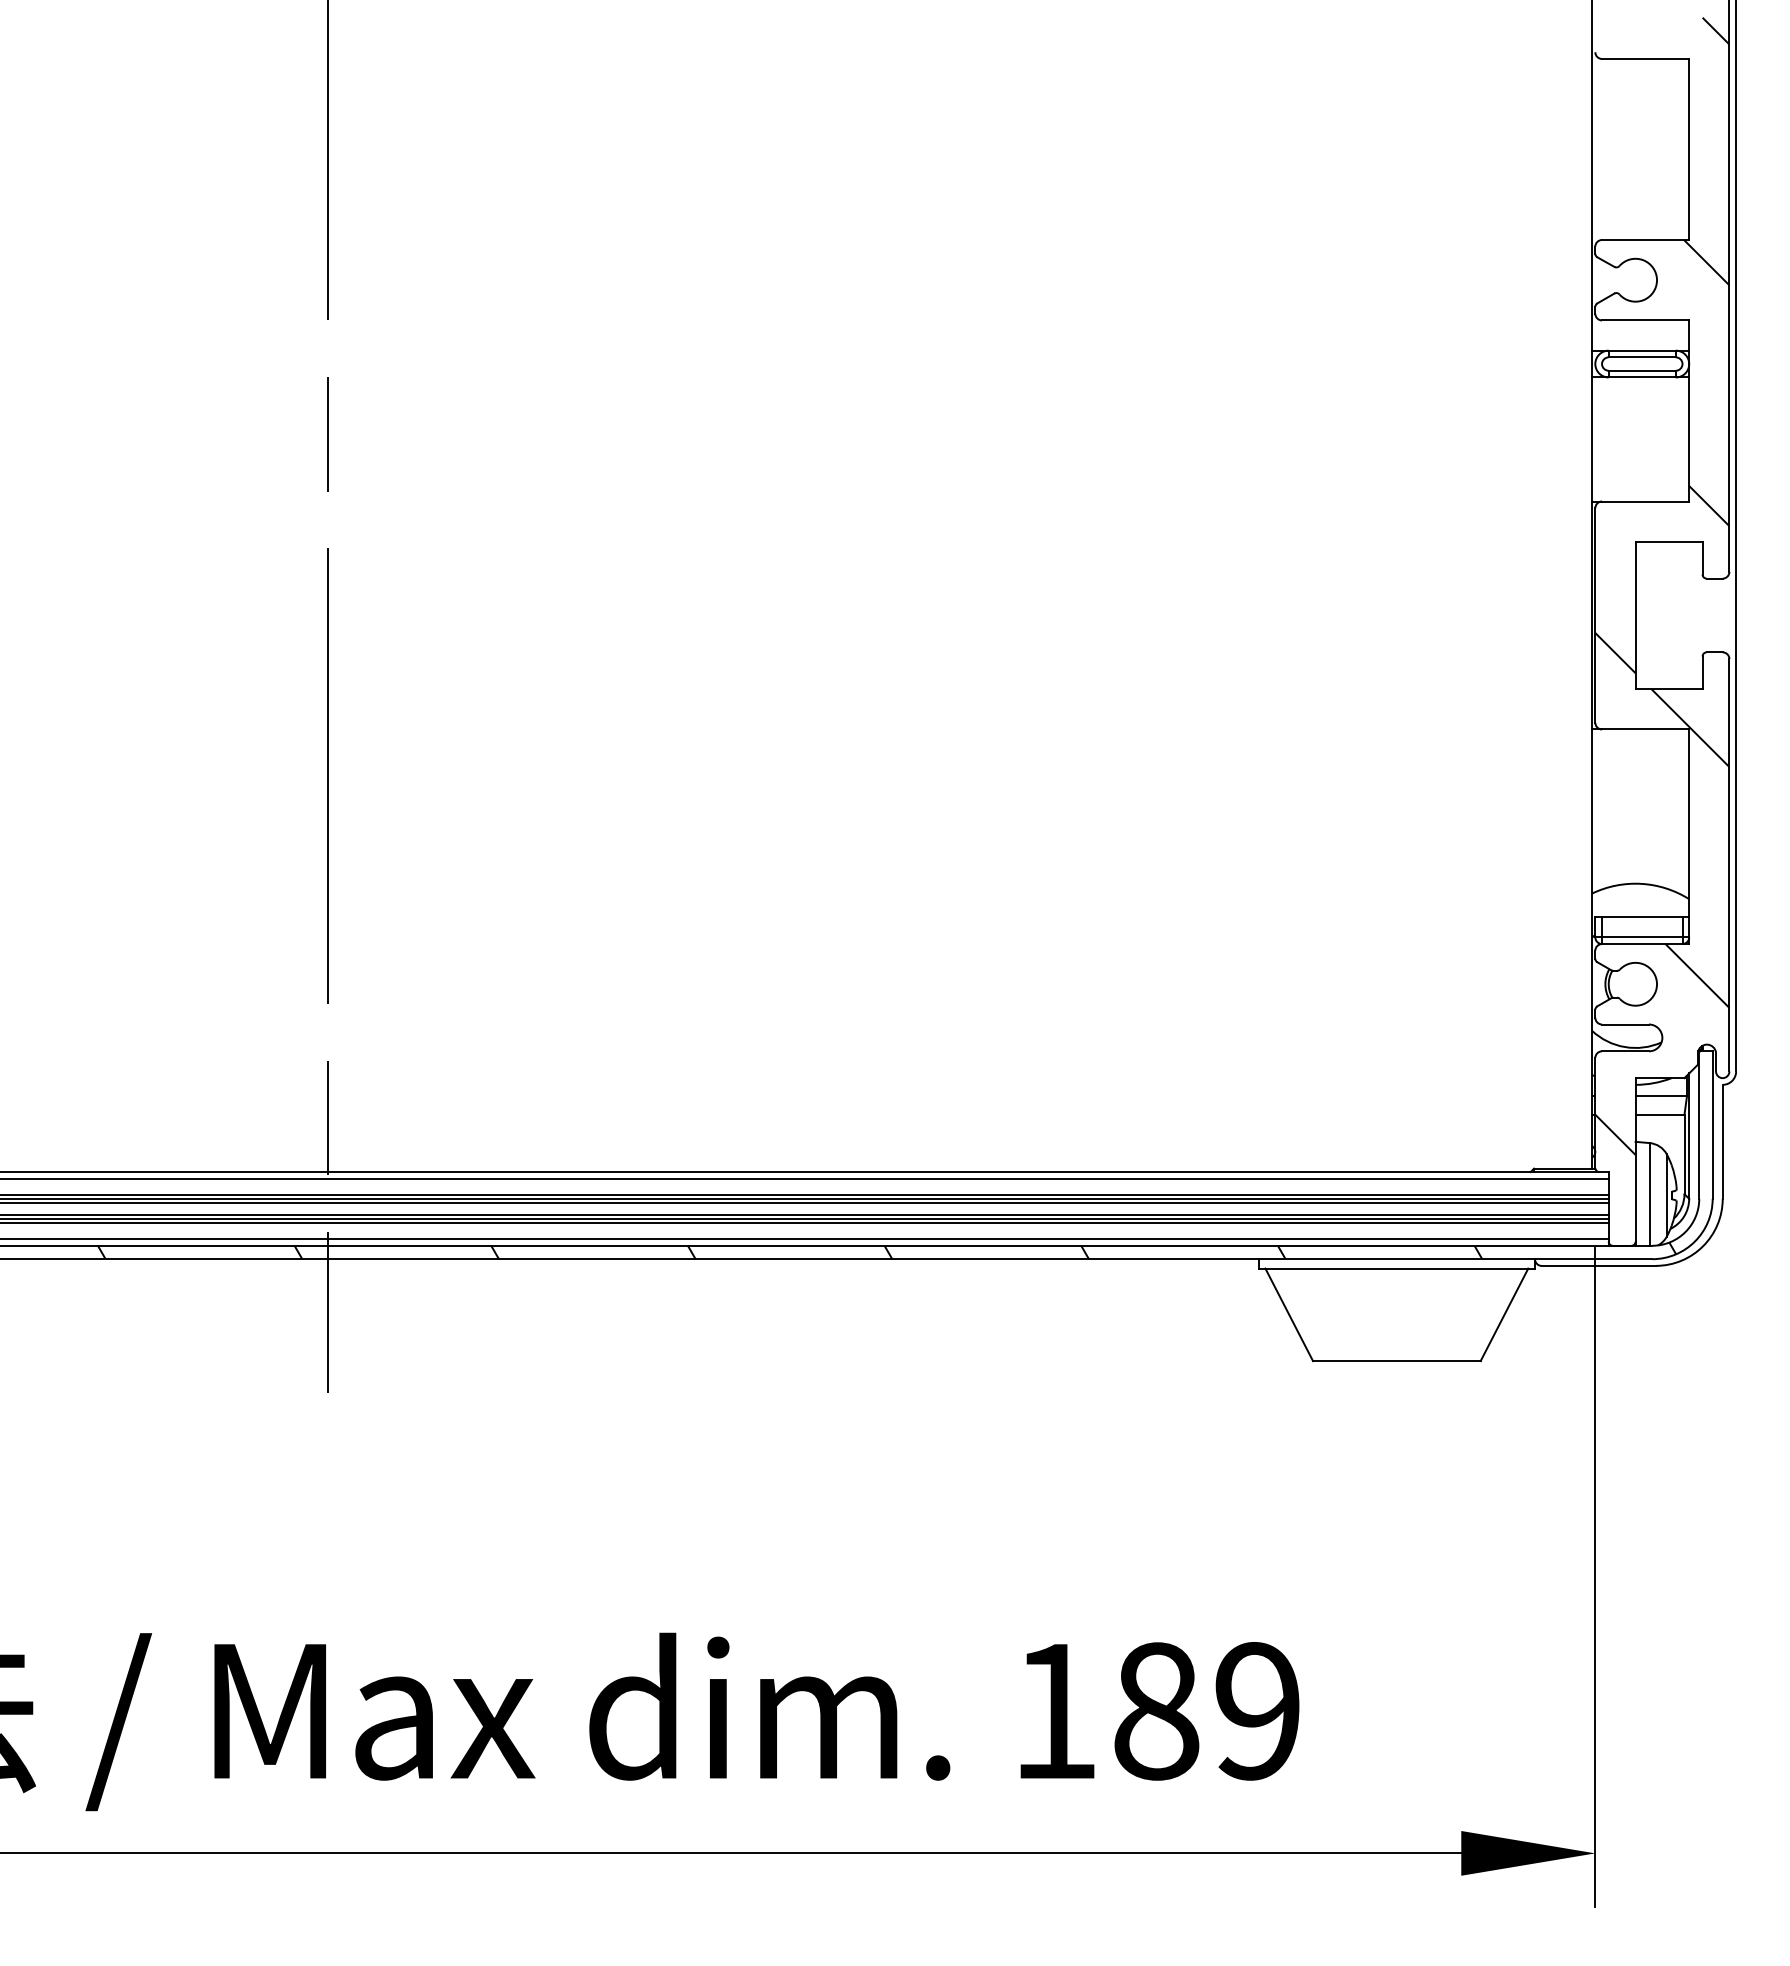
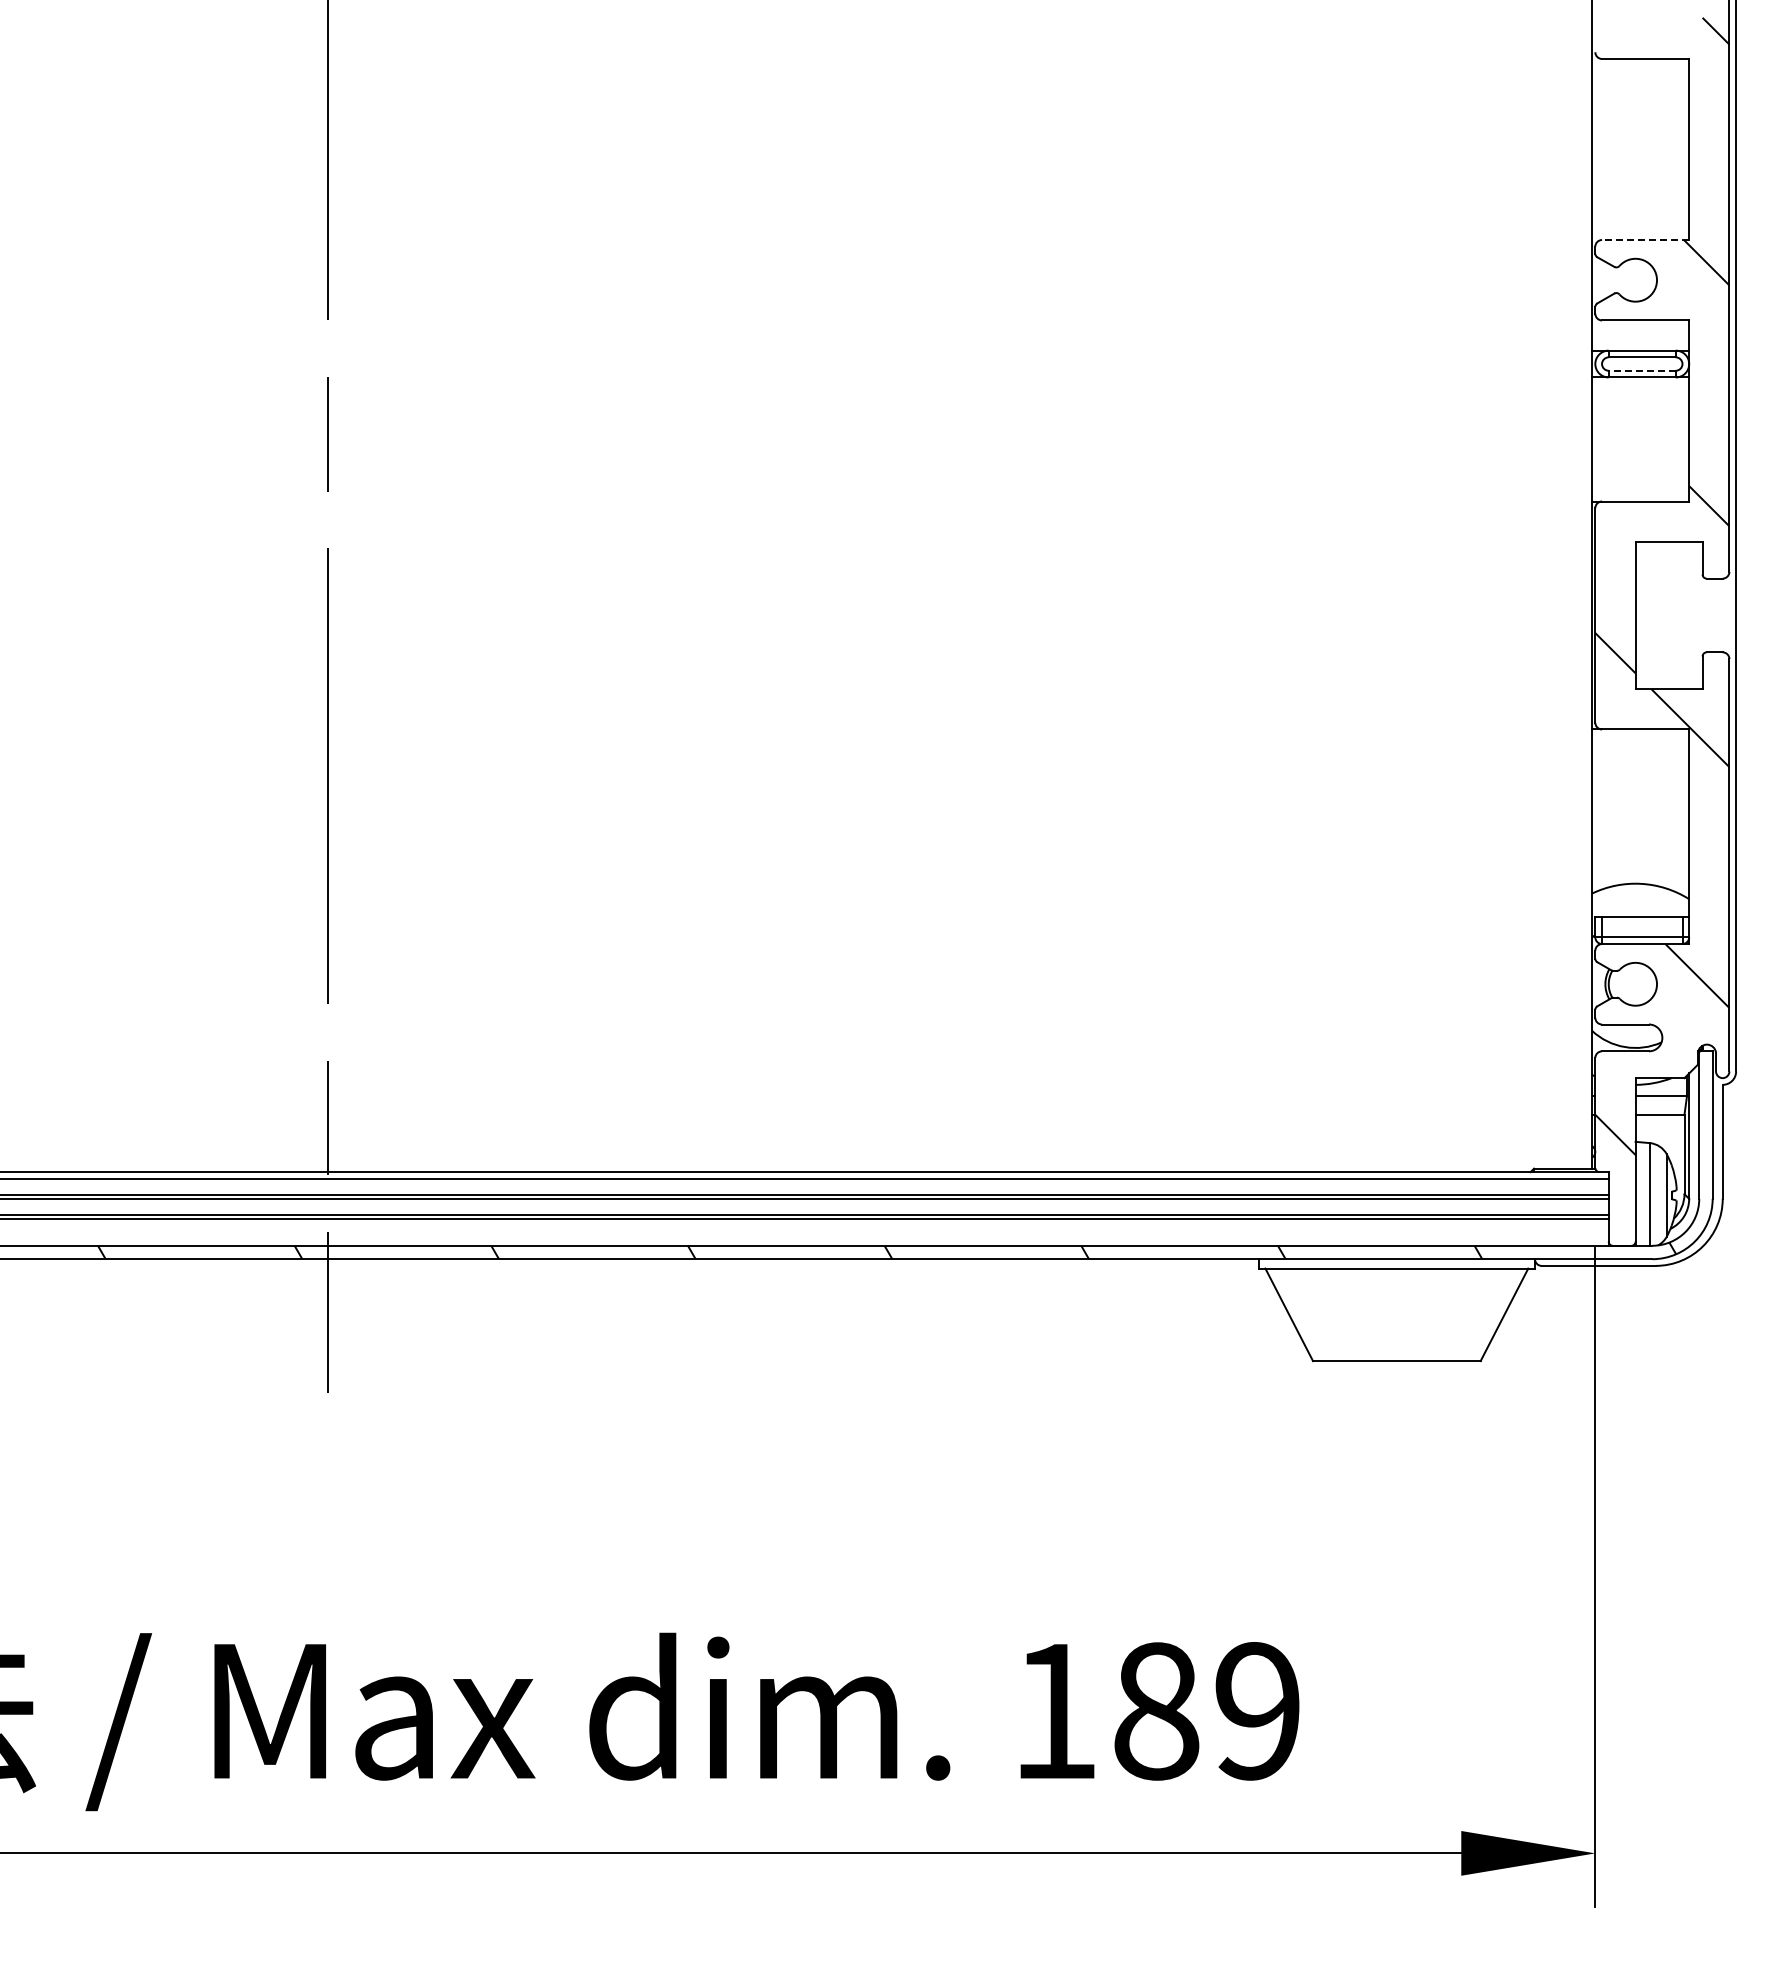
line at (1645, 240): solid -> dashed
line at (1642, 370): solid -> dashed
line at (805, 1202): present -> none
line at (805, 1222): present -> none
line at (805, 1239): present -> none
